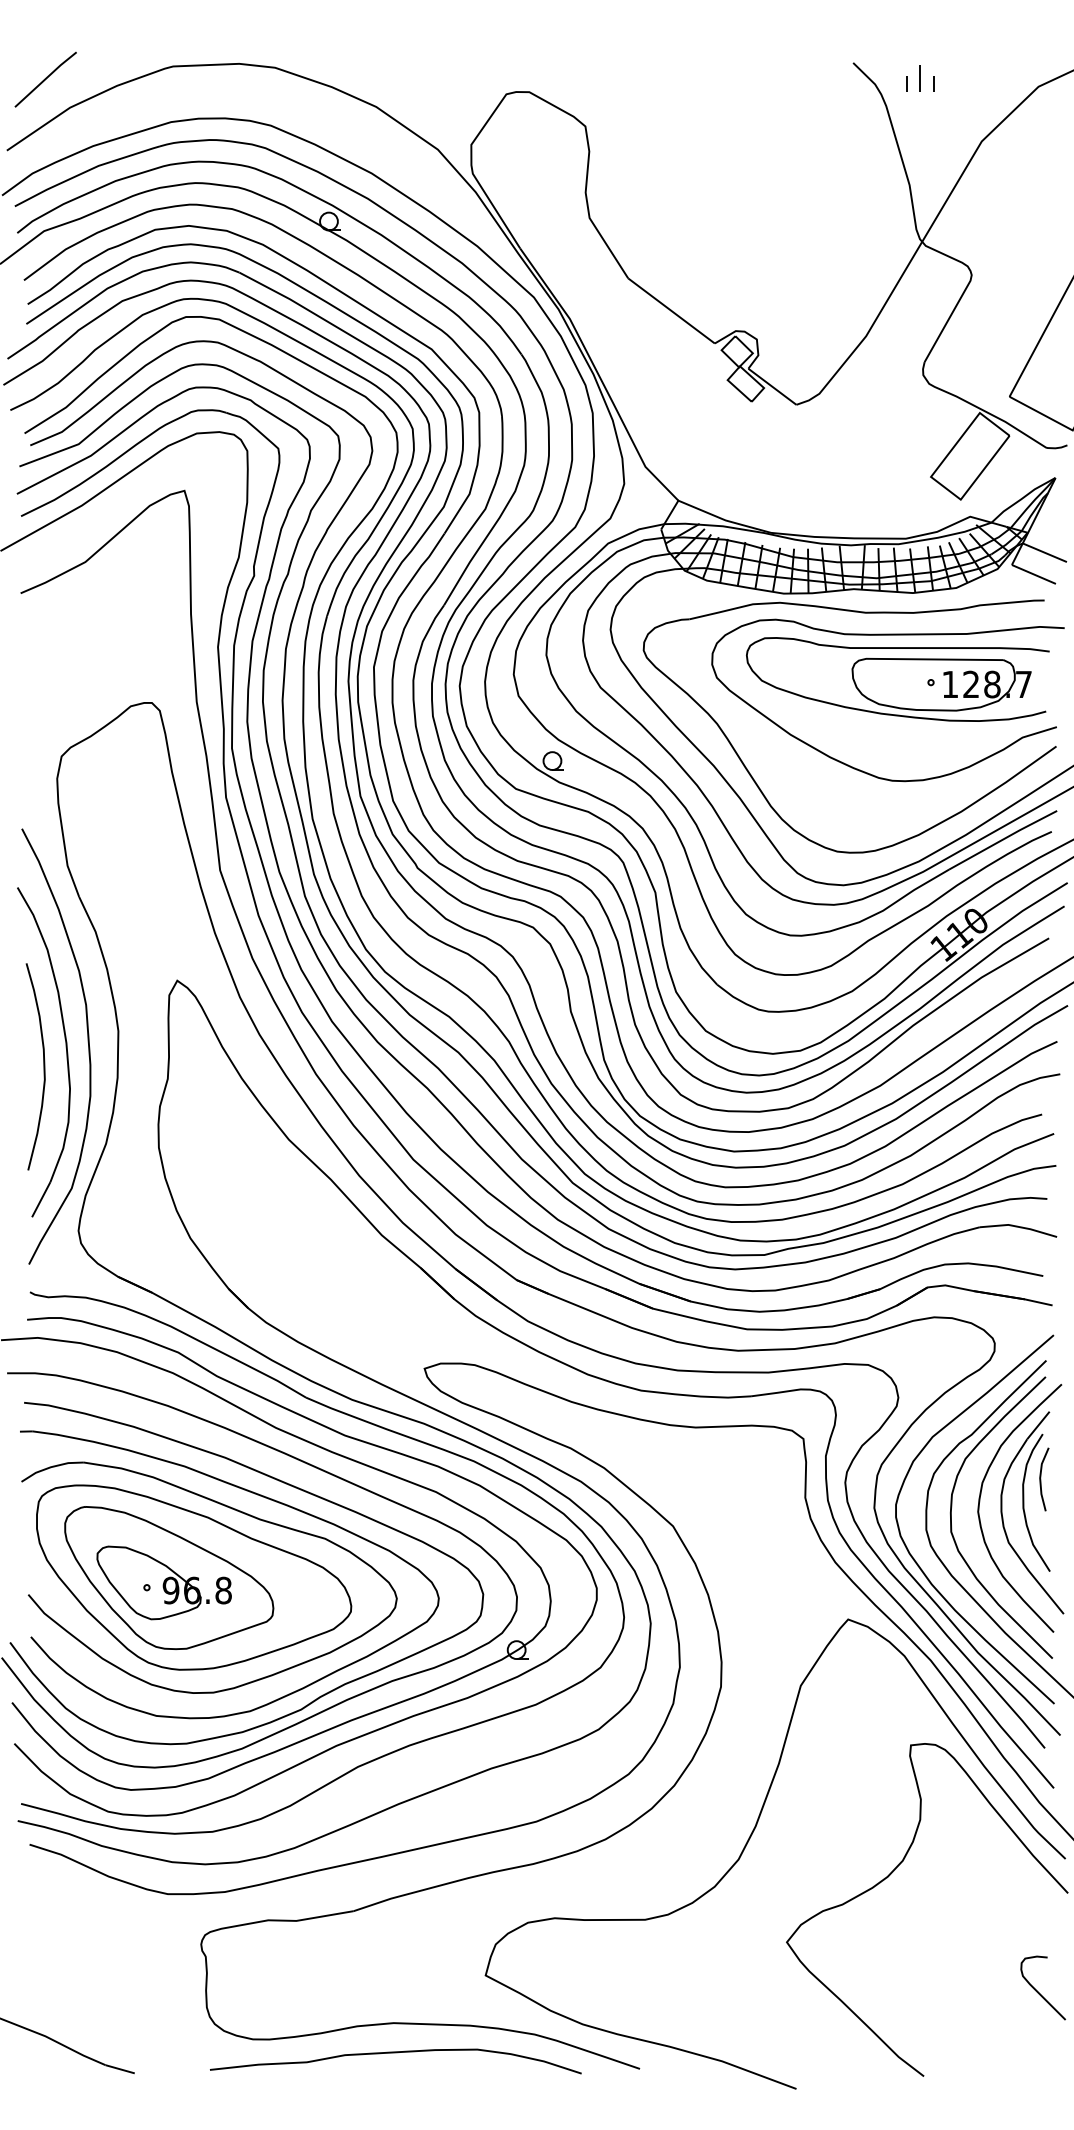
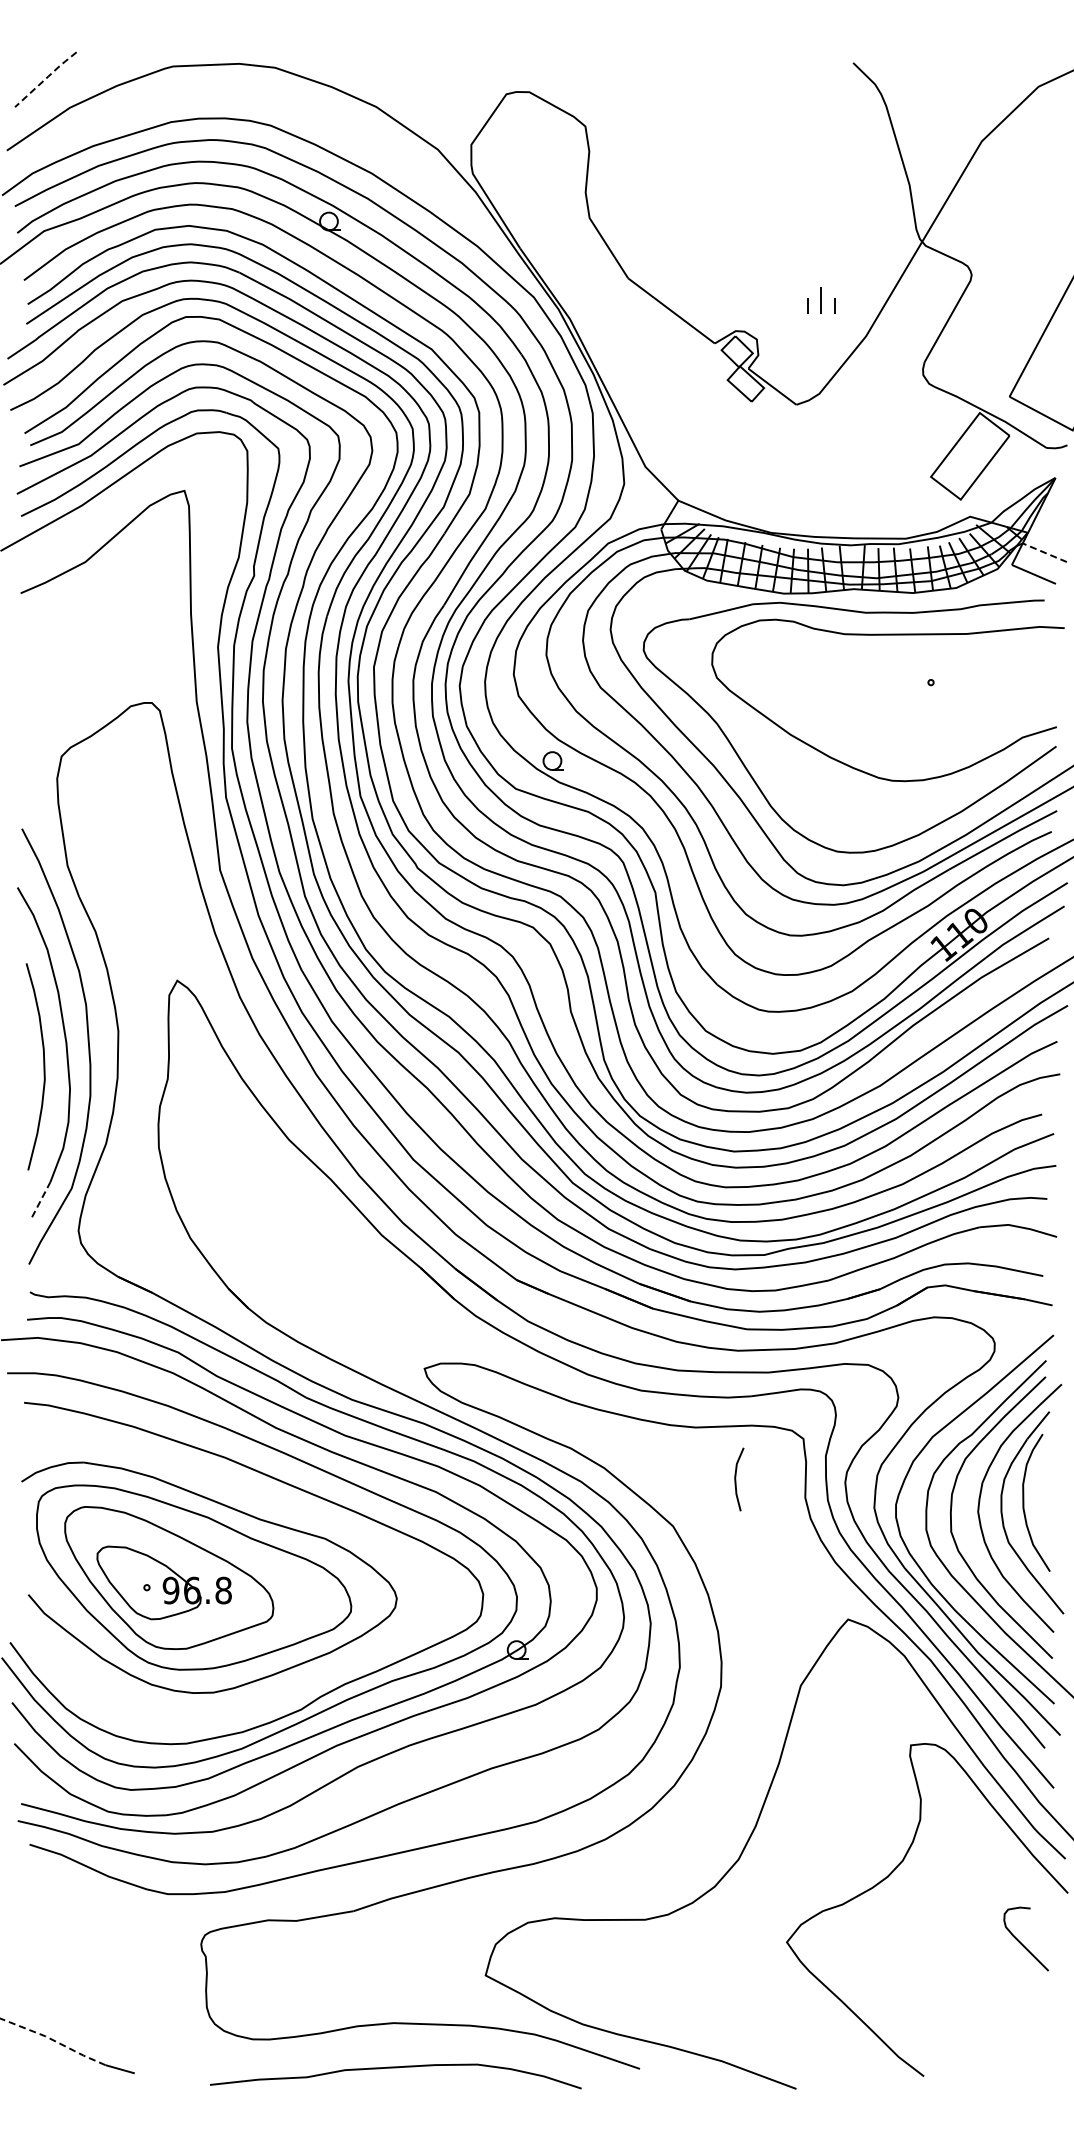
line at (46, 78): solid -> dashed
part at (920, 78) position: (920, 78) -> (821, 300)
line at (1044, 552): solid -> dashed
part at (897, 679): present -> none
line at (41, 1199): solid -> dashed
line at (1041, 1479) position: (1041, 1479) -> (736, 1479)
part at (262, 1497): present -> none
curve at (1038, 1991) position: (1038, 1991) -> (1021, 1942)
line at (53, 2040): solid -> dashed
curve at (395, 2053) position: (395, 2053) -> (395, 2068)
